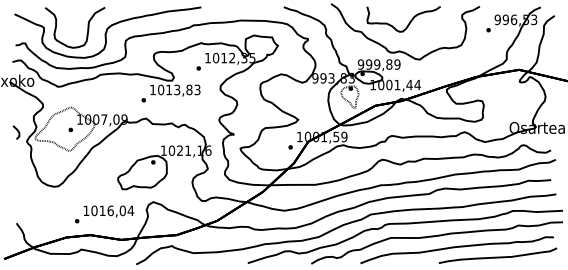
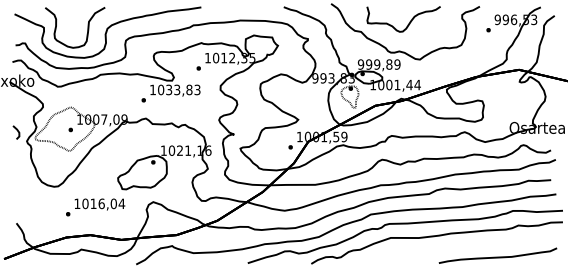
text at (169, 89): 1013,83 -> 1033,83
text at (104, 214) position: (104, 214) -> (95, 207)
curve at (454, 248): present -> none
